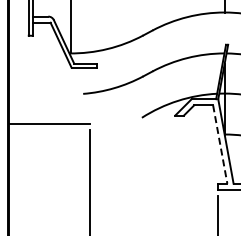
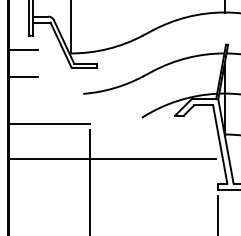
line at (22, 50): none -> present
line at (22, 76): none -> present
line at (220, 144): dashed -> solid
line at (112, 158): none -> present
